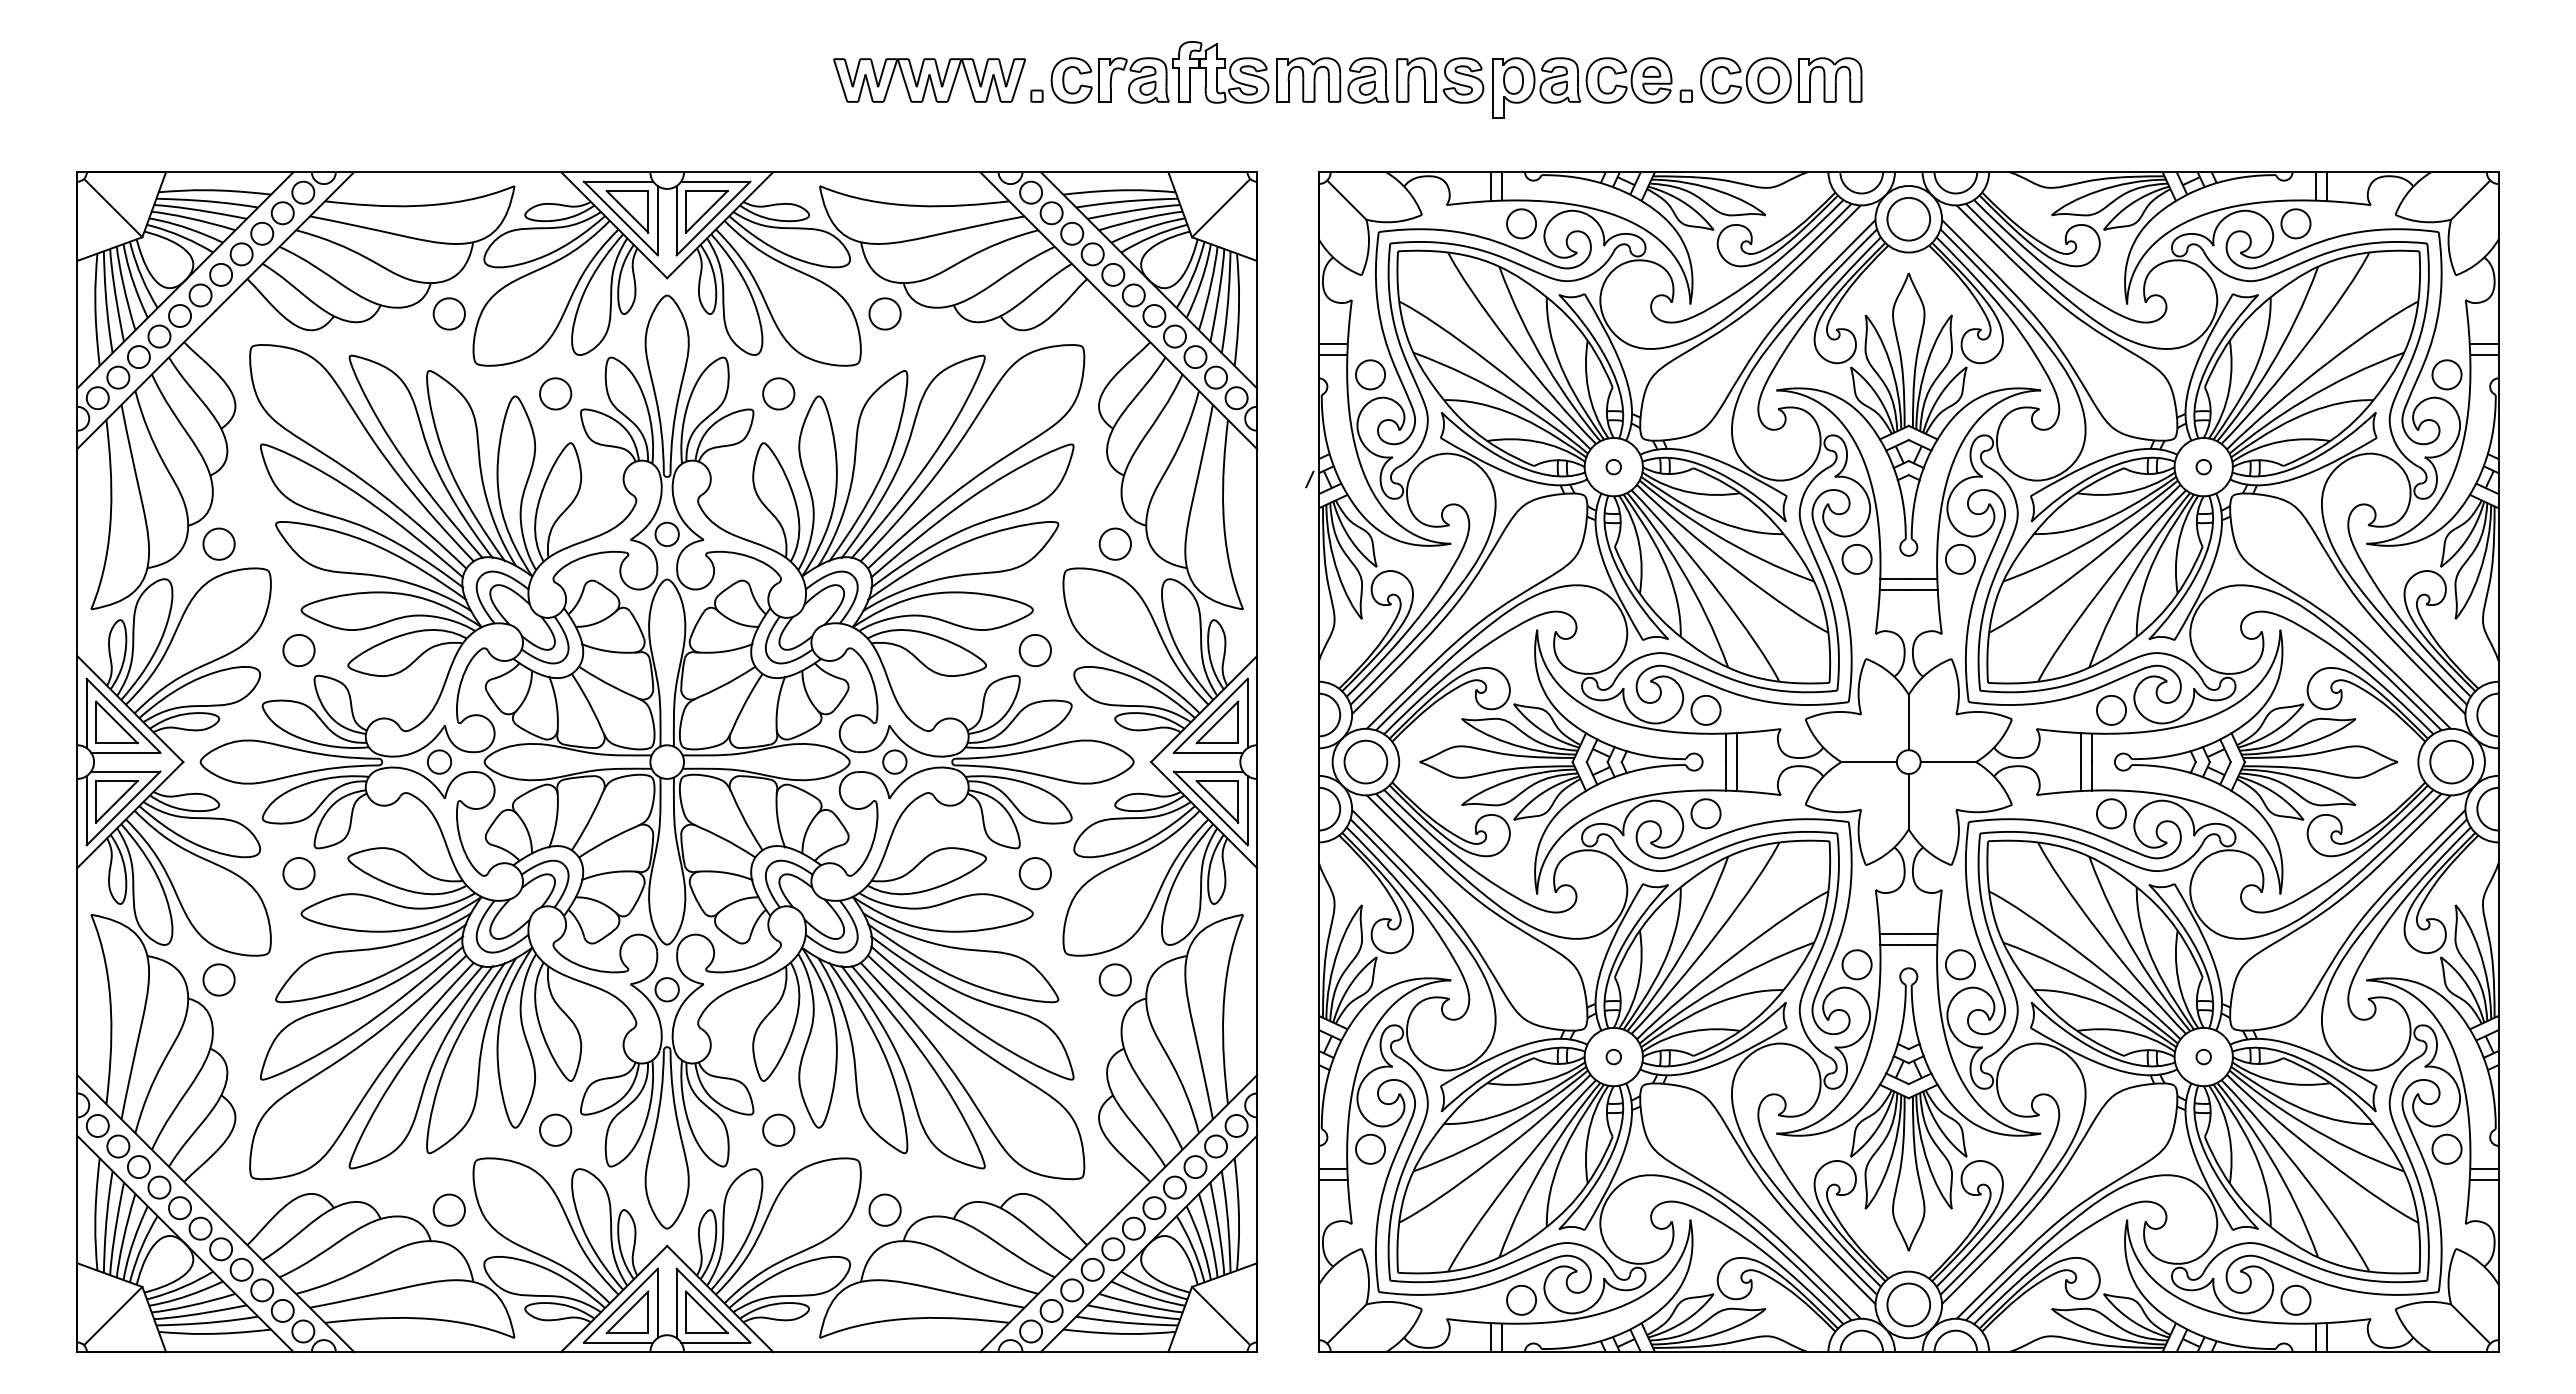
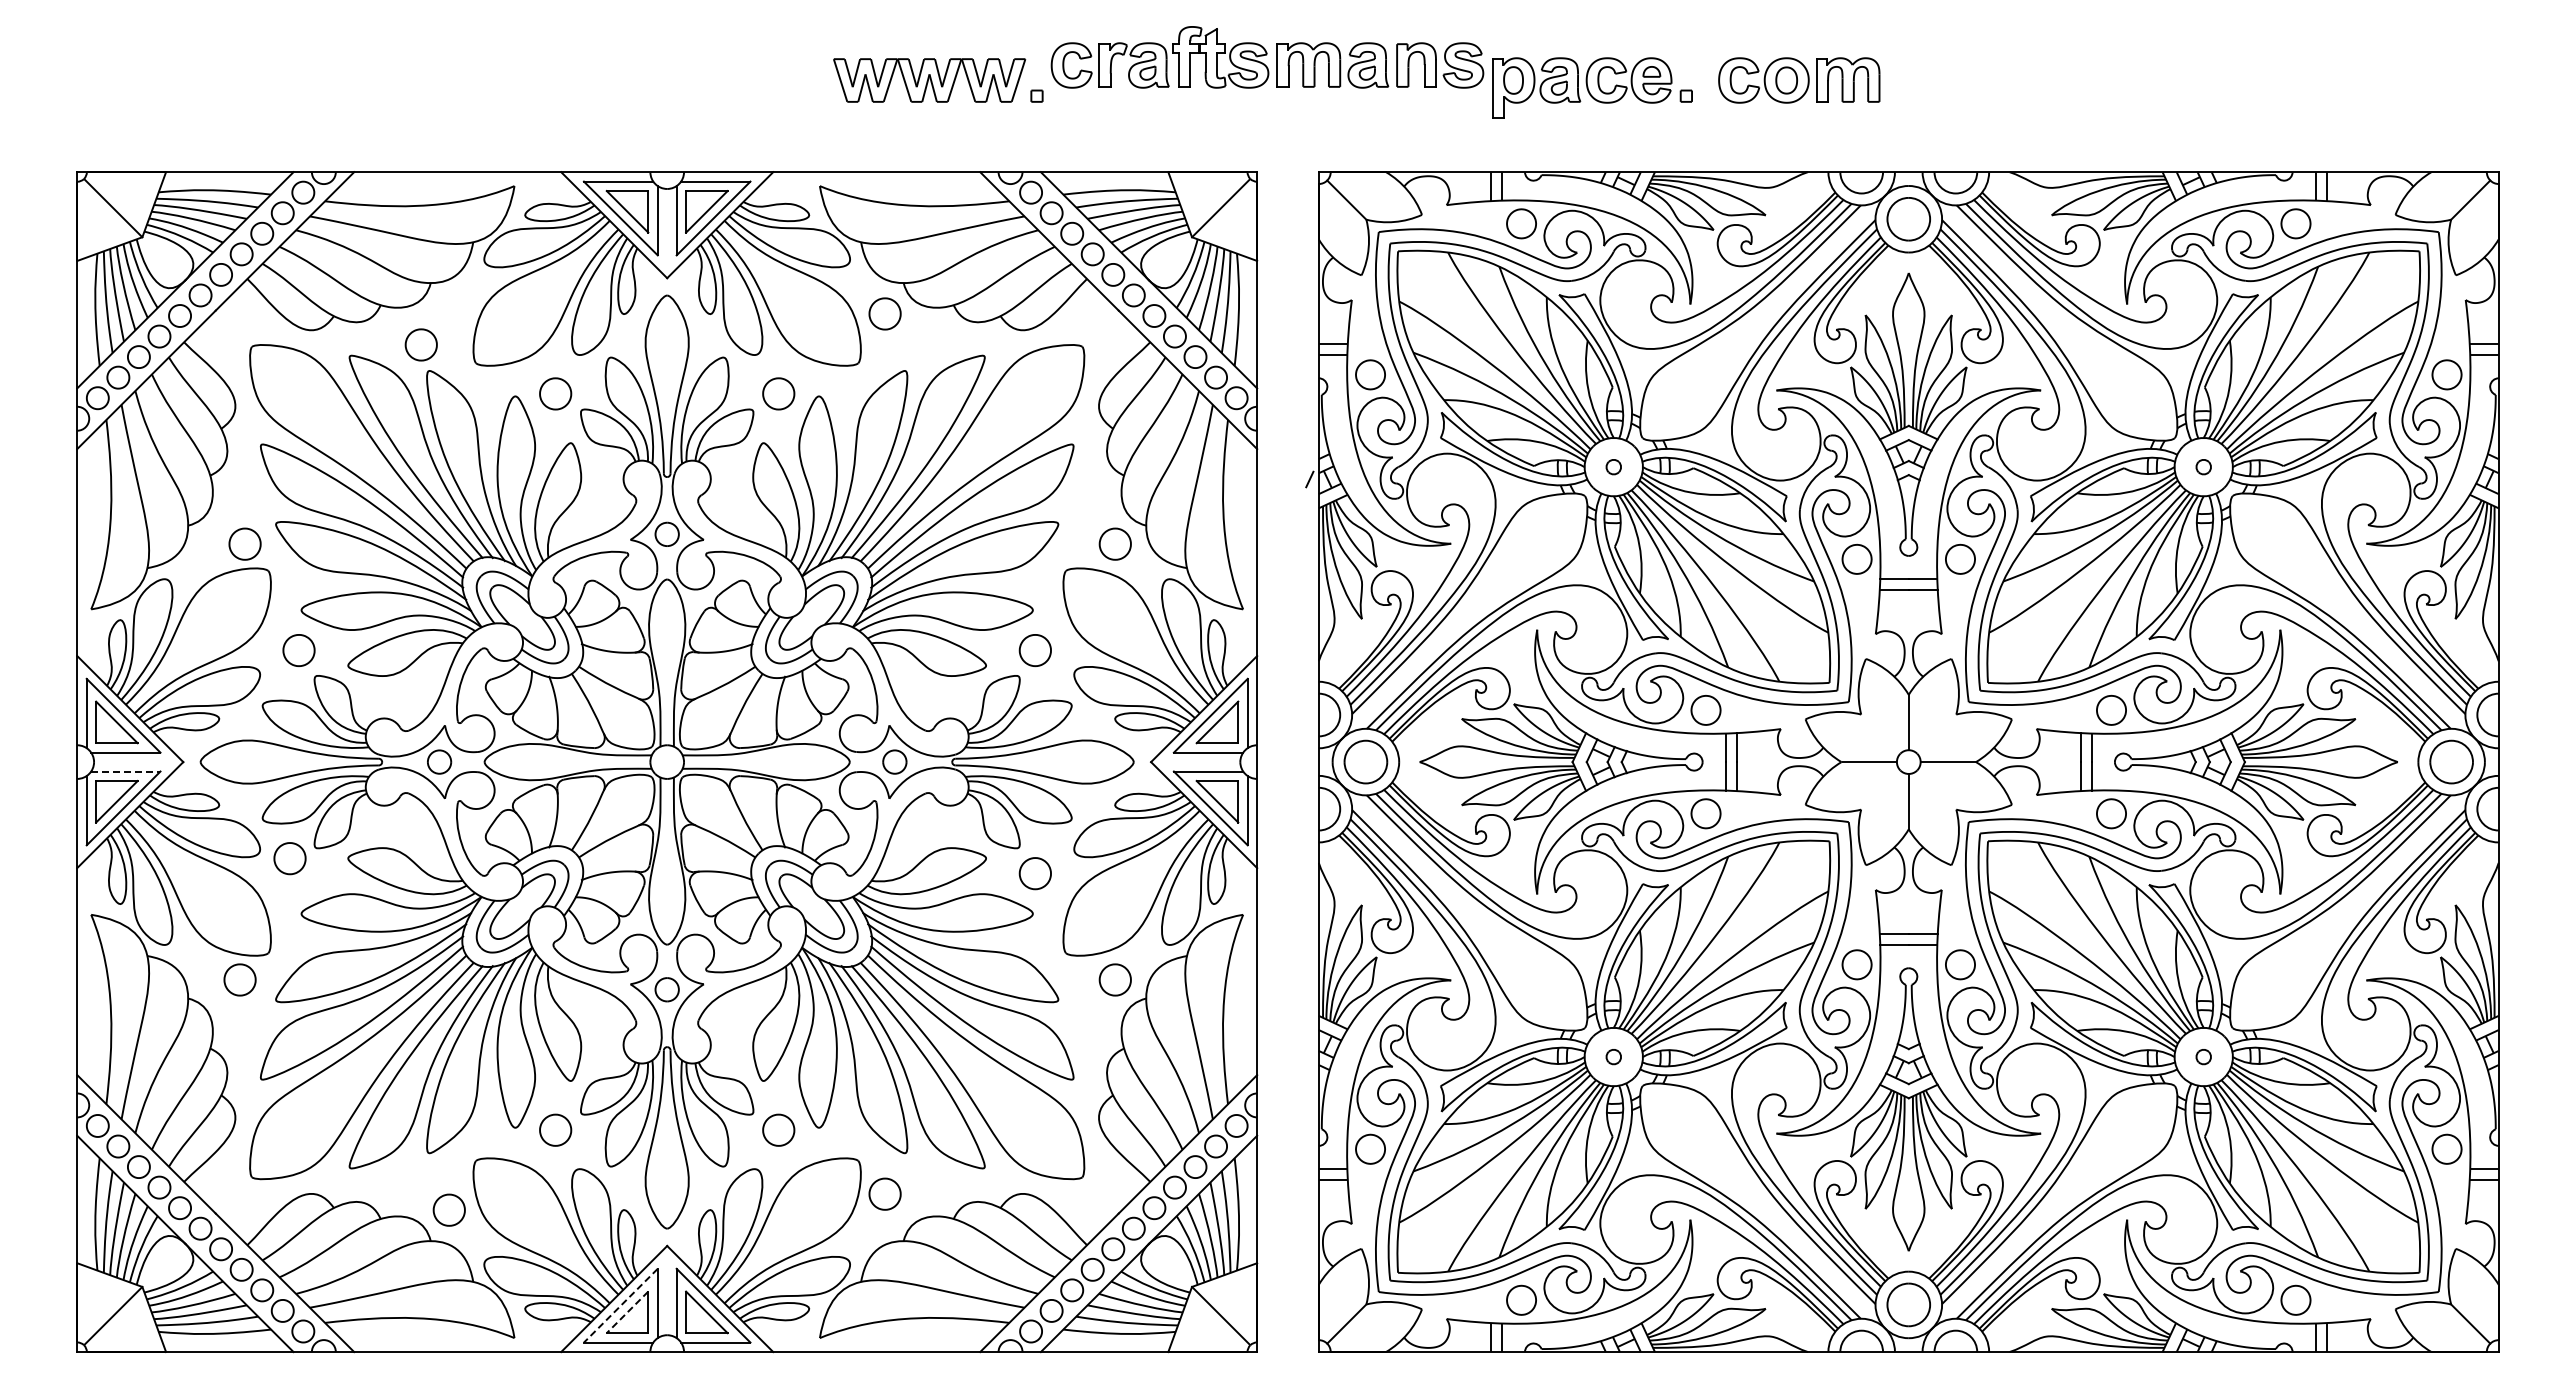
part at (1267, 72) position: (1267, 72) -> (1267, 57)
part at (1781, 80) position: (1781, 80) -> (1799, 80)
part at (448, 313) position: (448, 313) -> (420, 344)
part at (218, 543) position: (218, 543) -> (244, 543)
line at (125, 771): solid -> dashed
part at (298, 873) position: (298, 873) -> (289, 858)
part at (218, 979) position: (218, 979) -> (239, 979)
part at (884, 1209) position: (884, 1209) -> (884, 1193)
line at (620, 1306): solid -> dashed
line at (627, 1312): solid -> dashed
